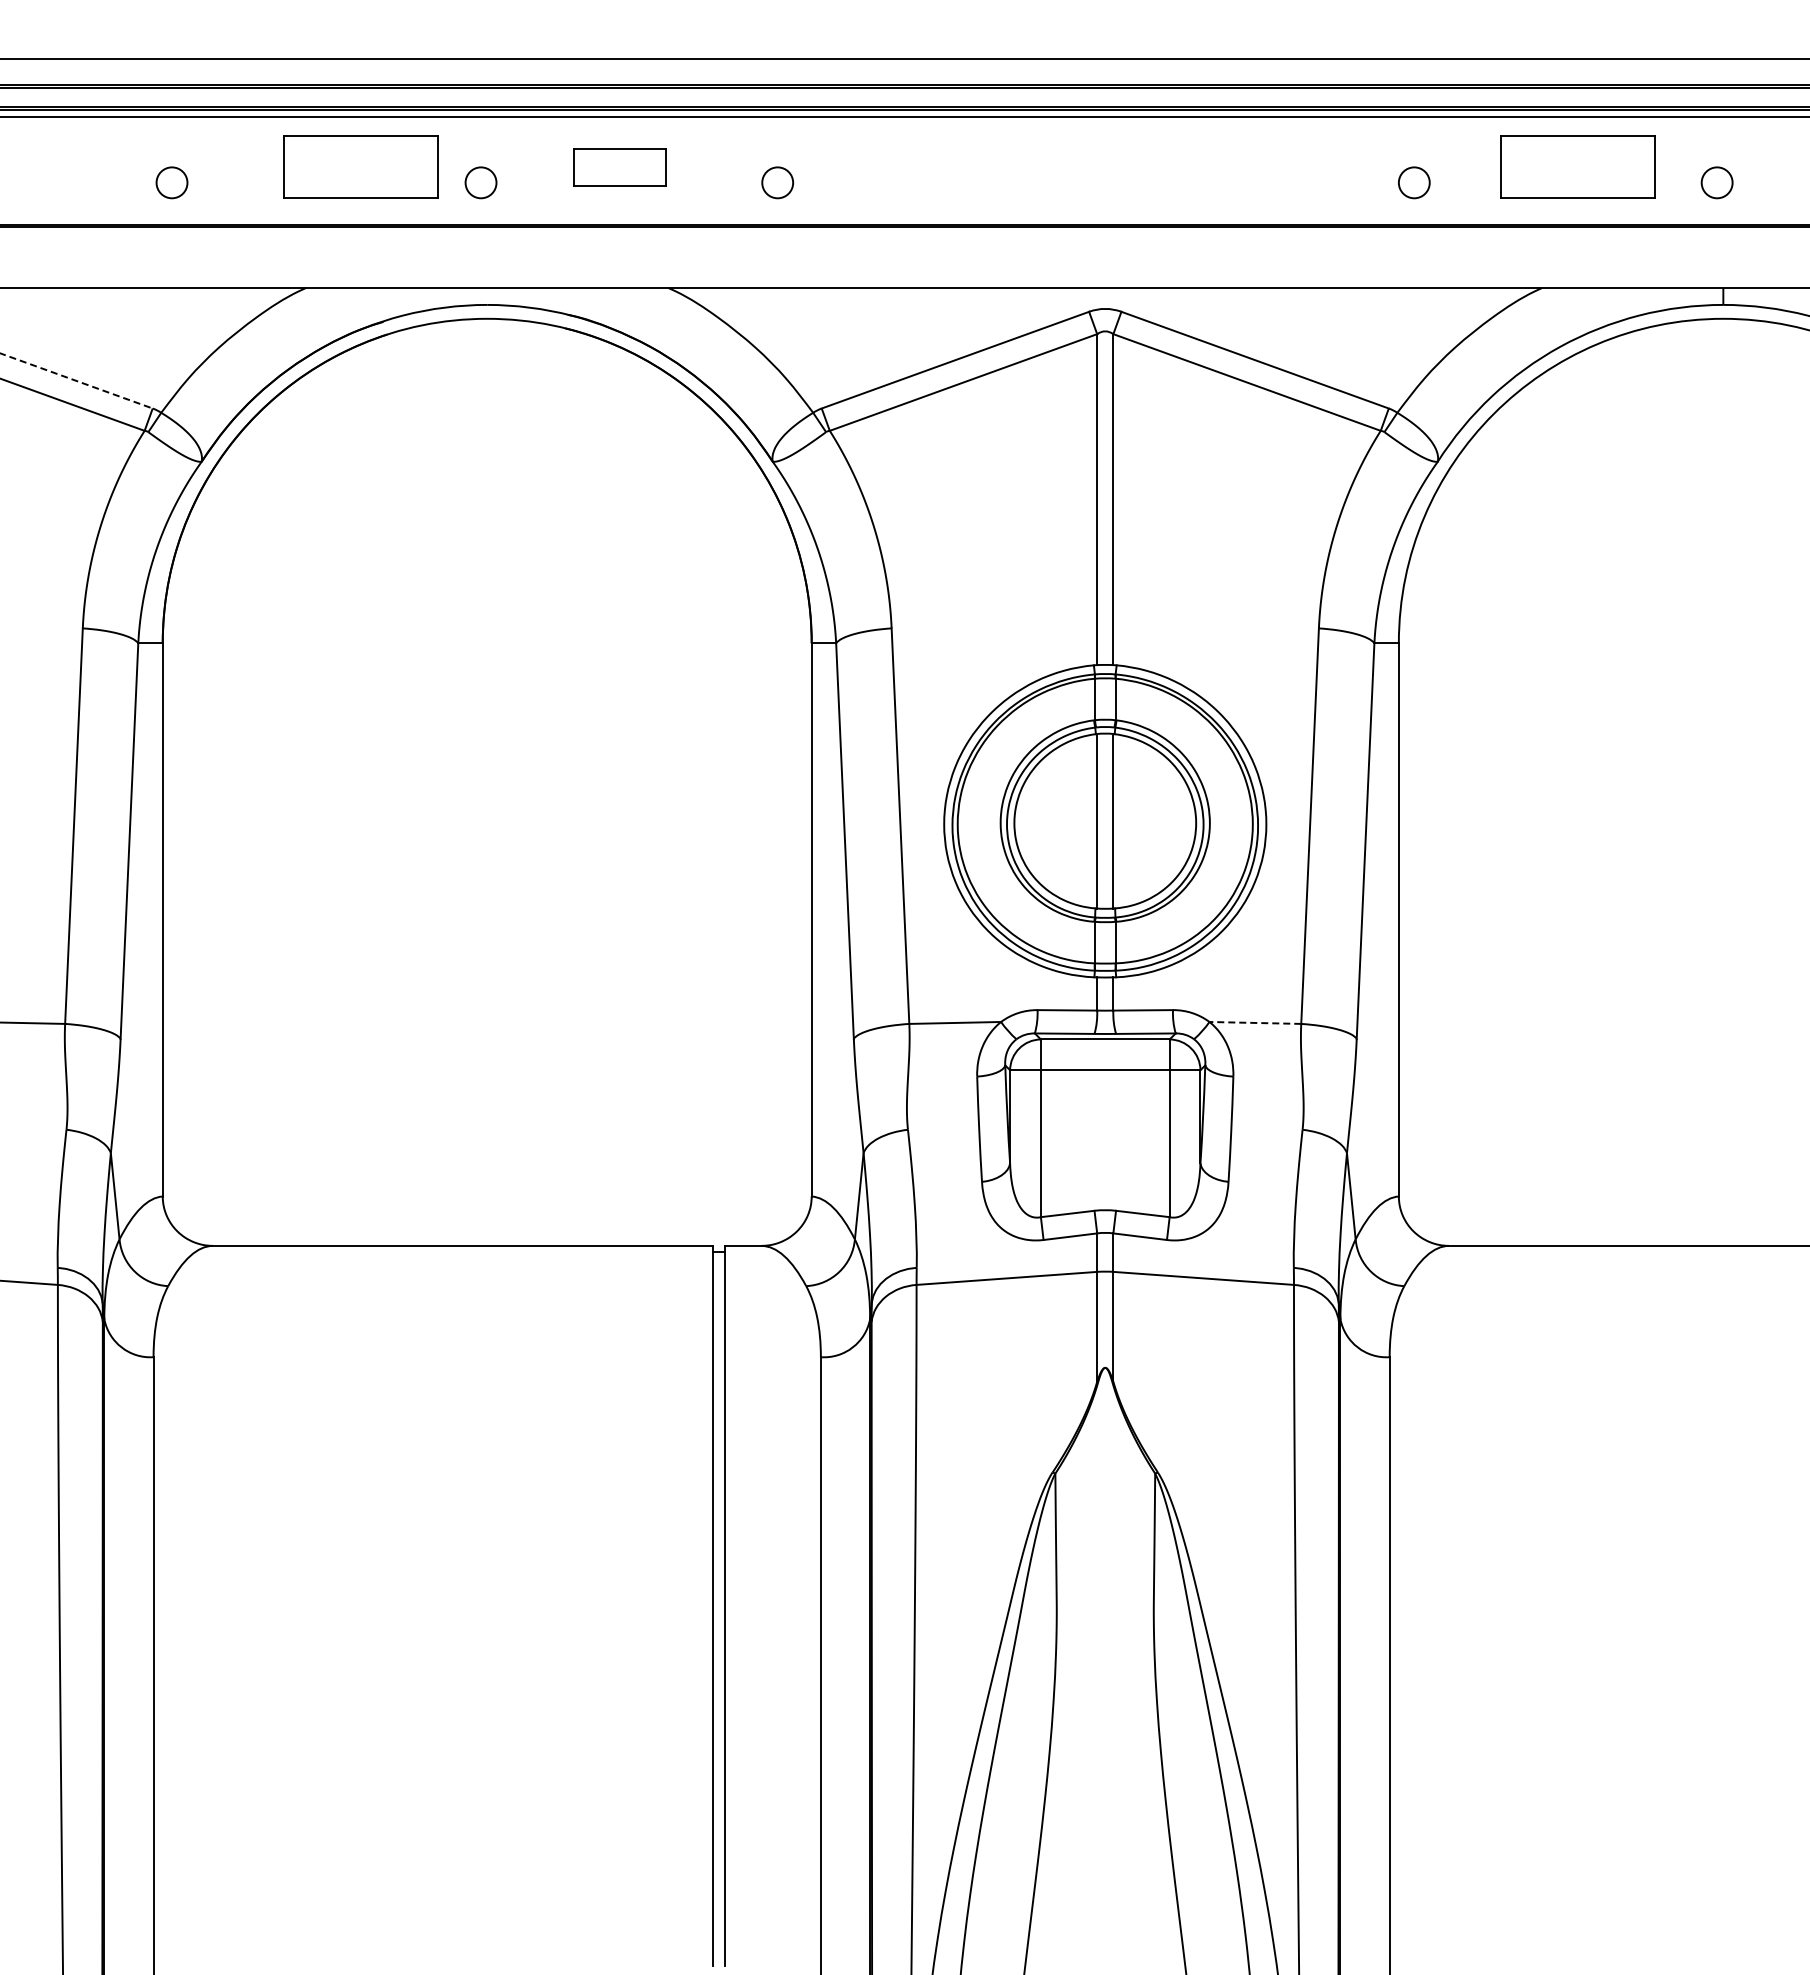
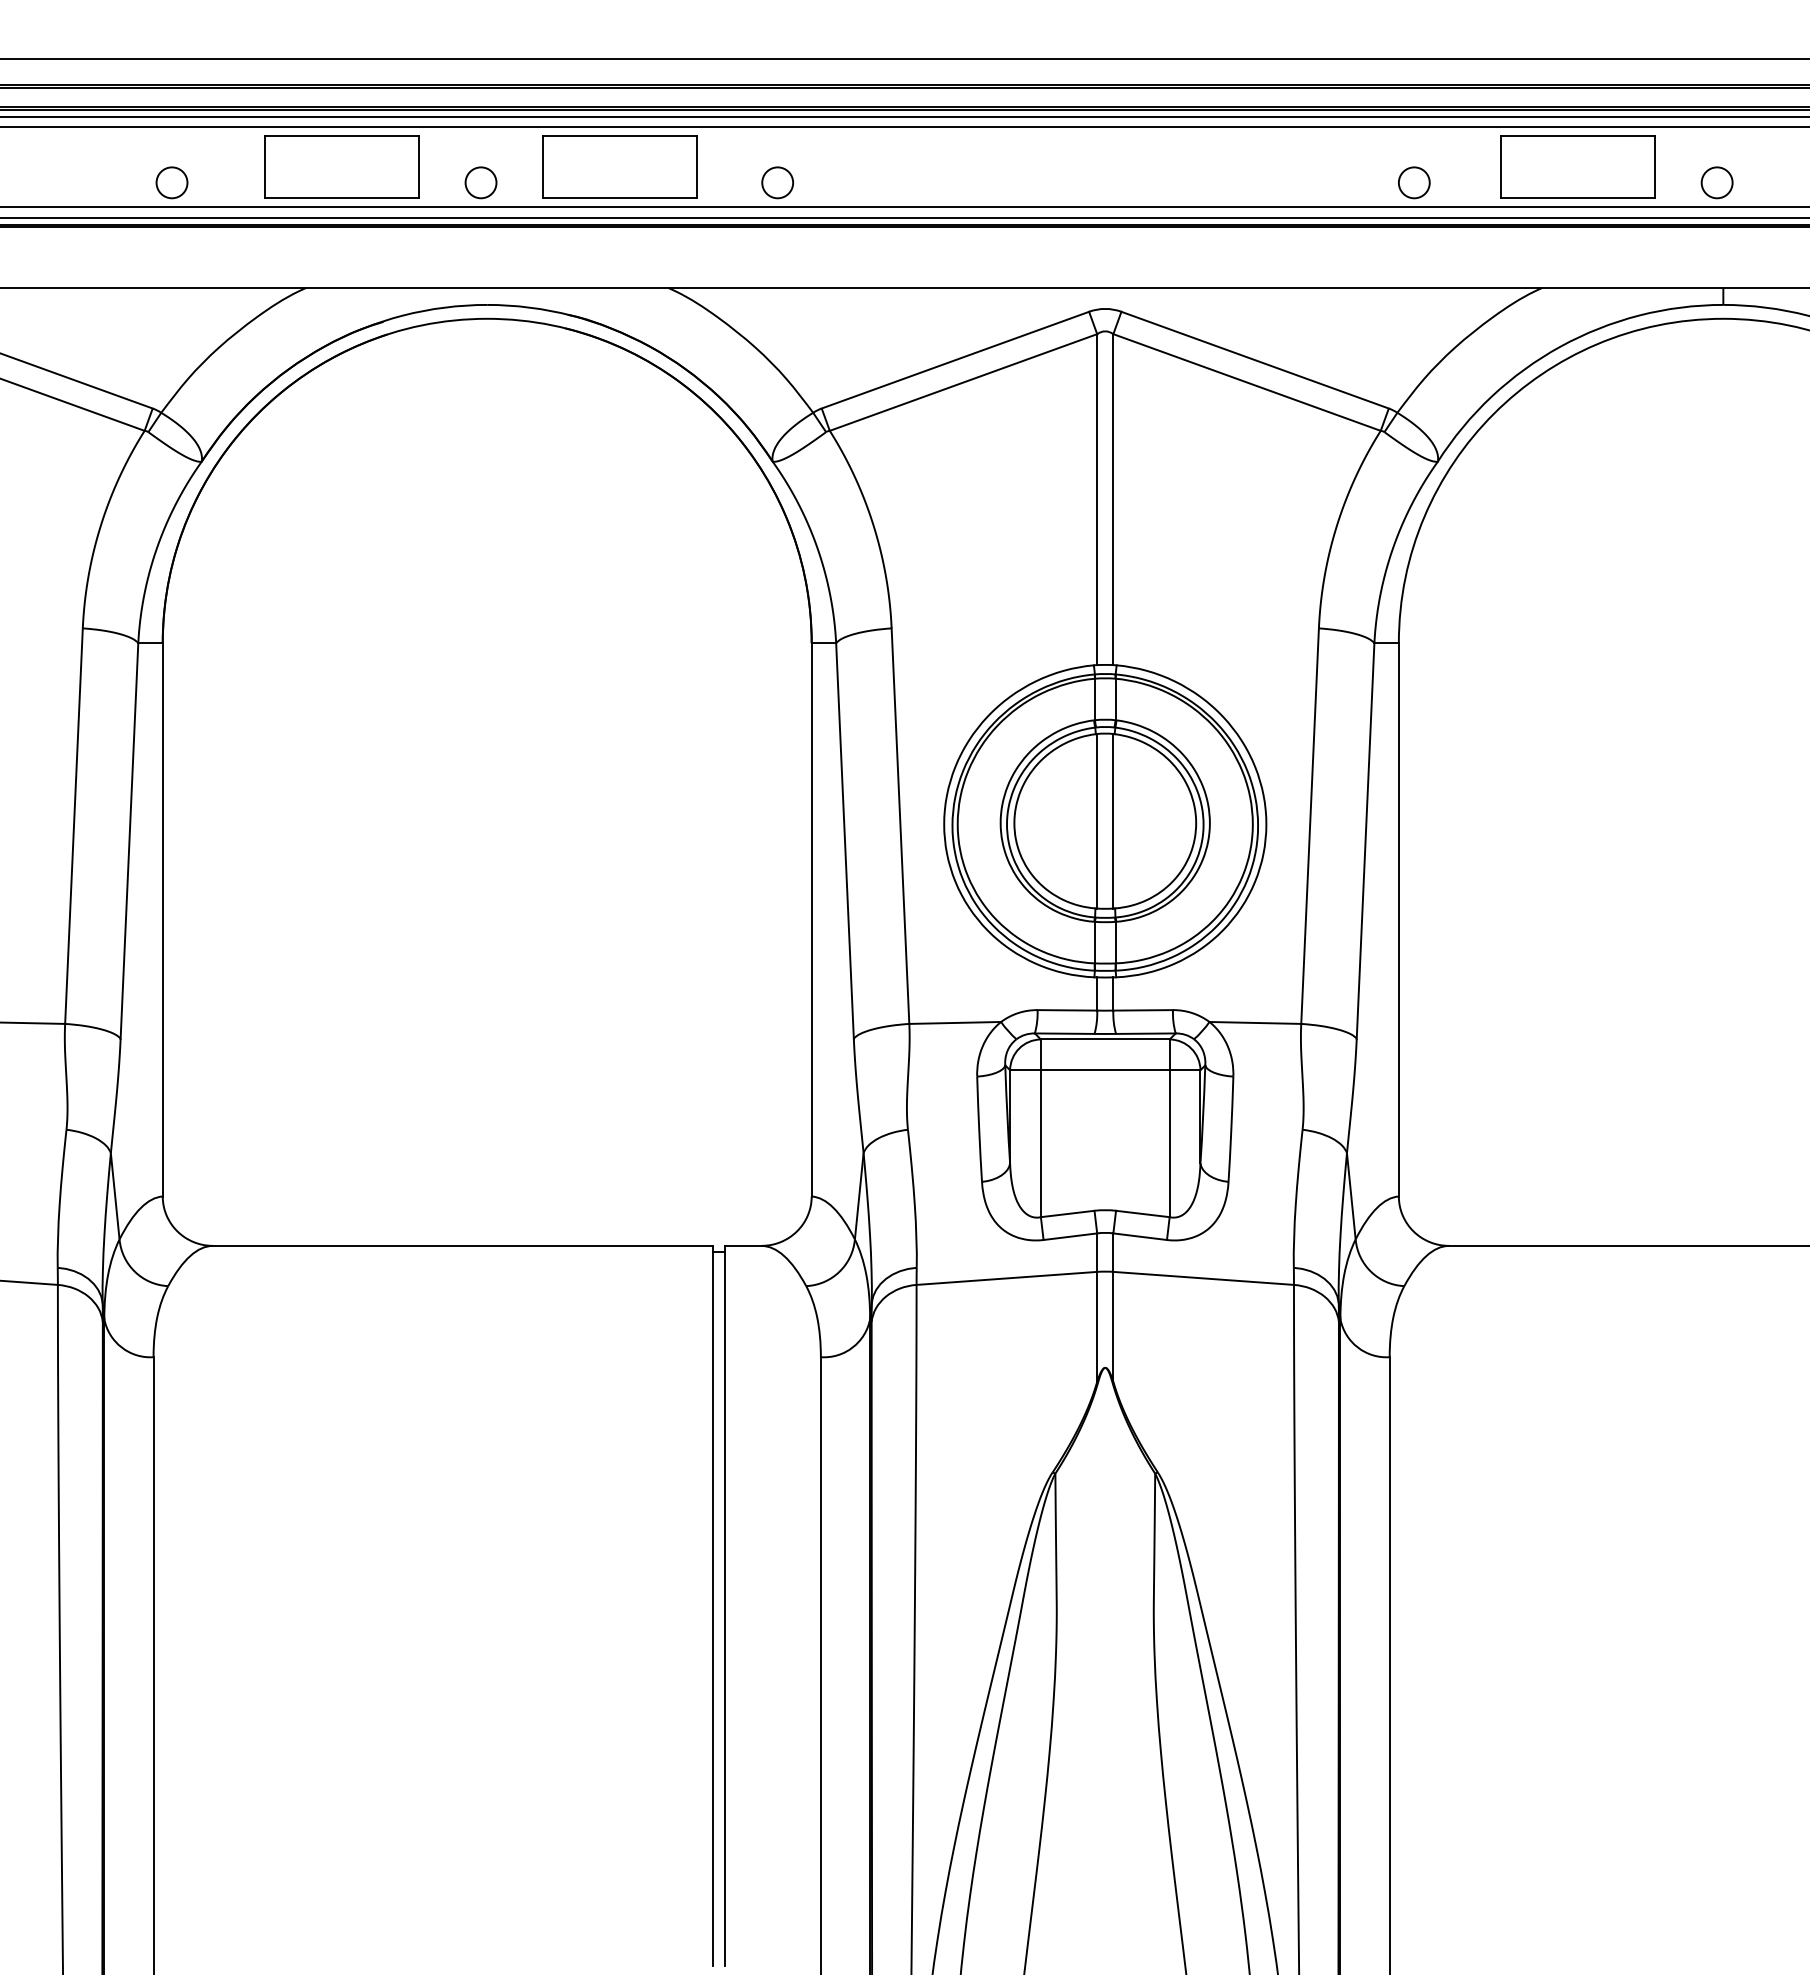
line at (904, 127): none -> present
part at (360, 166) position: (360, 166) -> (341, 166)
part at (619, 167) size: 94x39 px -> 156x64 px
line at (904, 207): none -> present
line at (904, 218): none -> present
line at (76, 381): dashed -> solid
line at (1255, 1022): dashed -> solid
